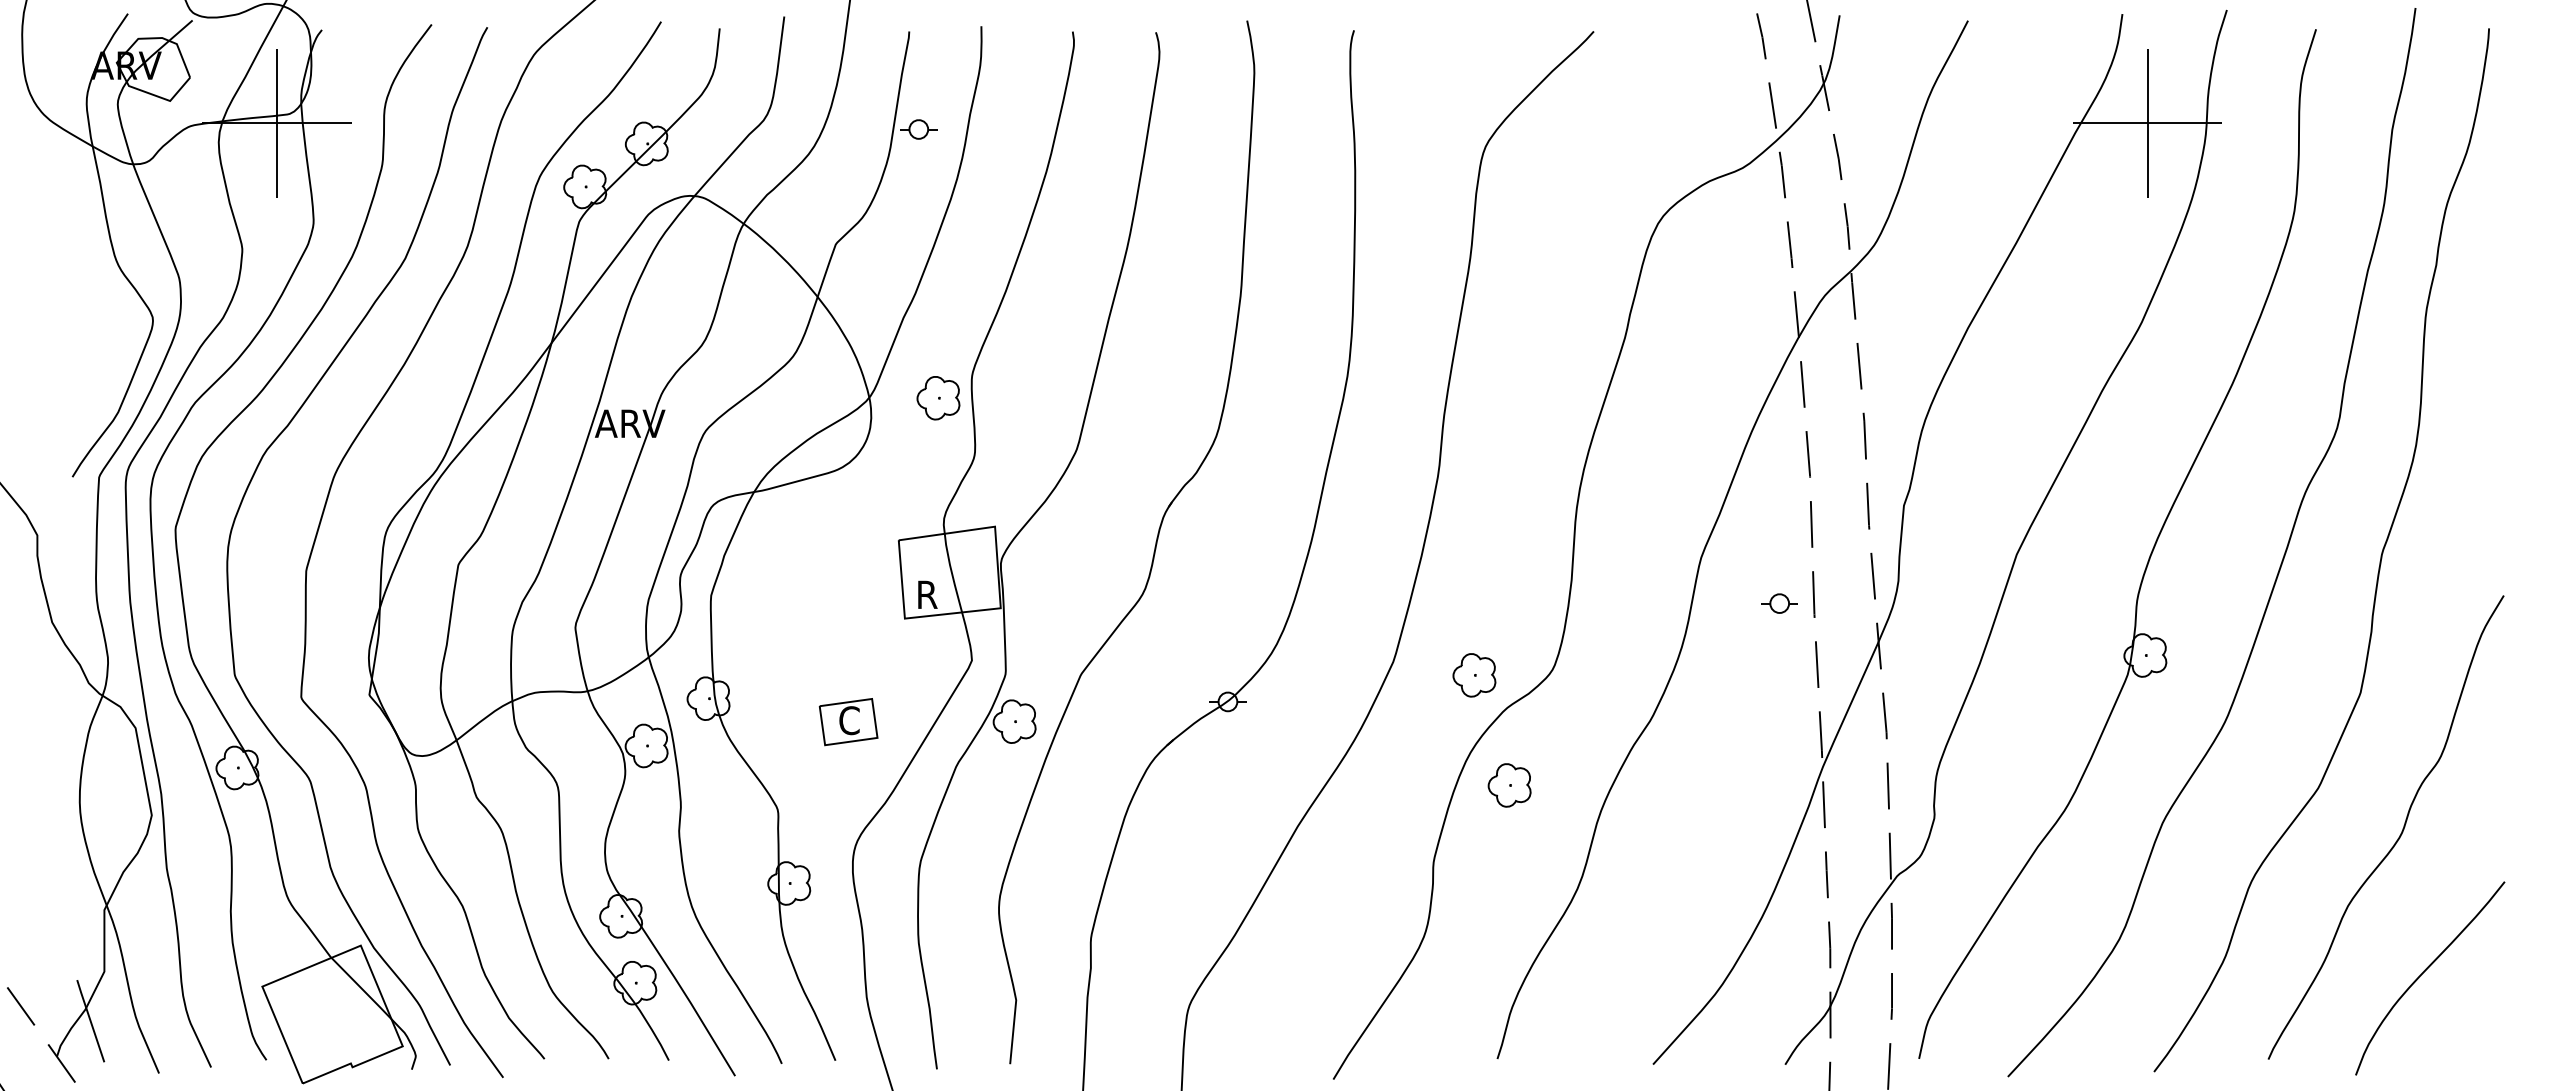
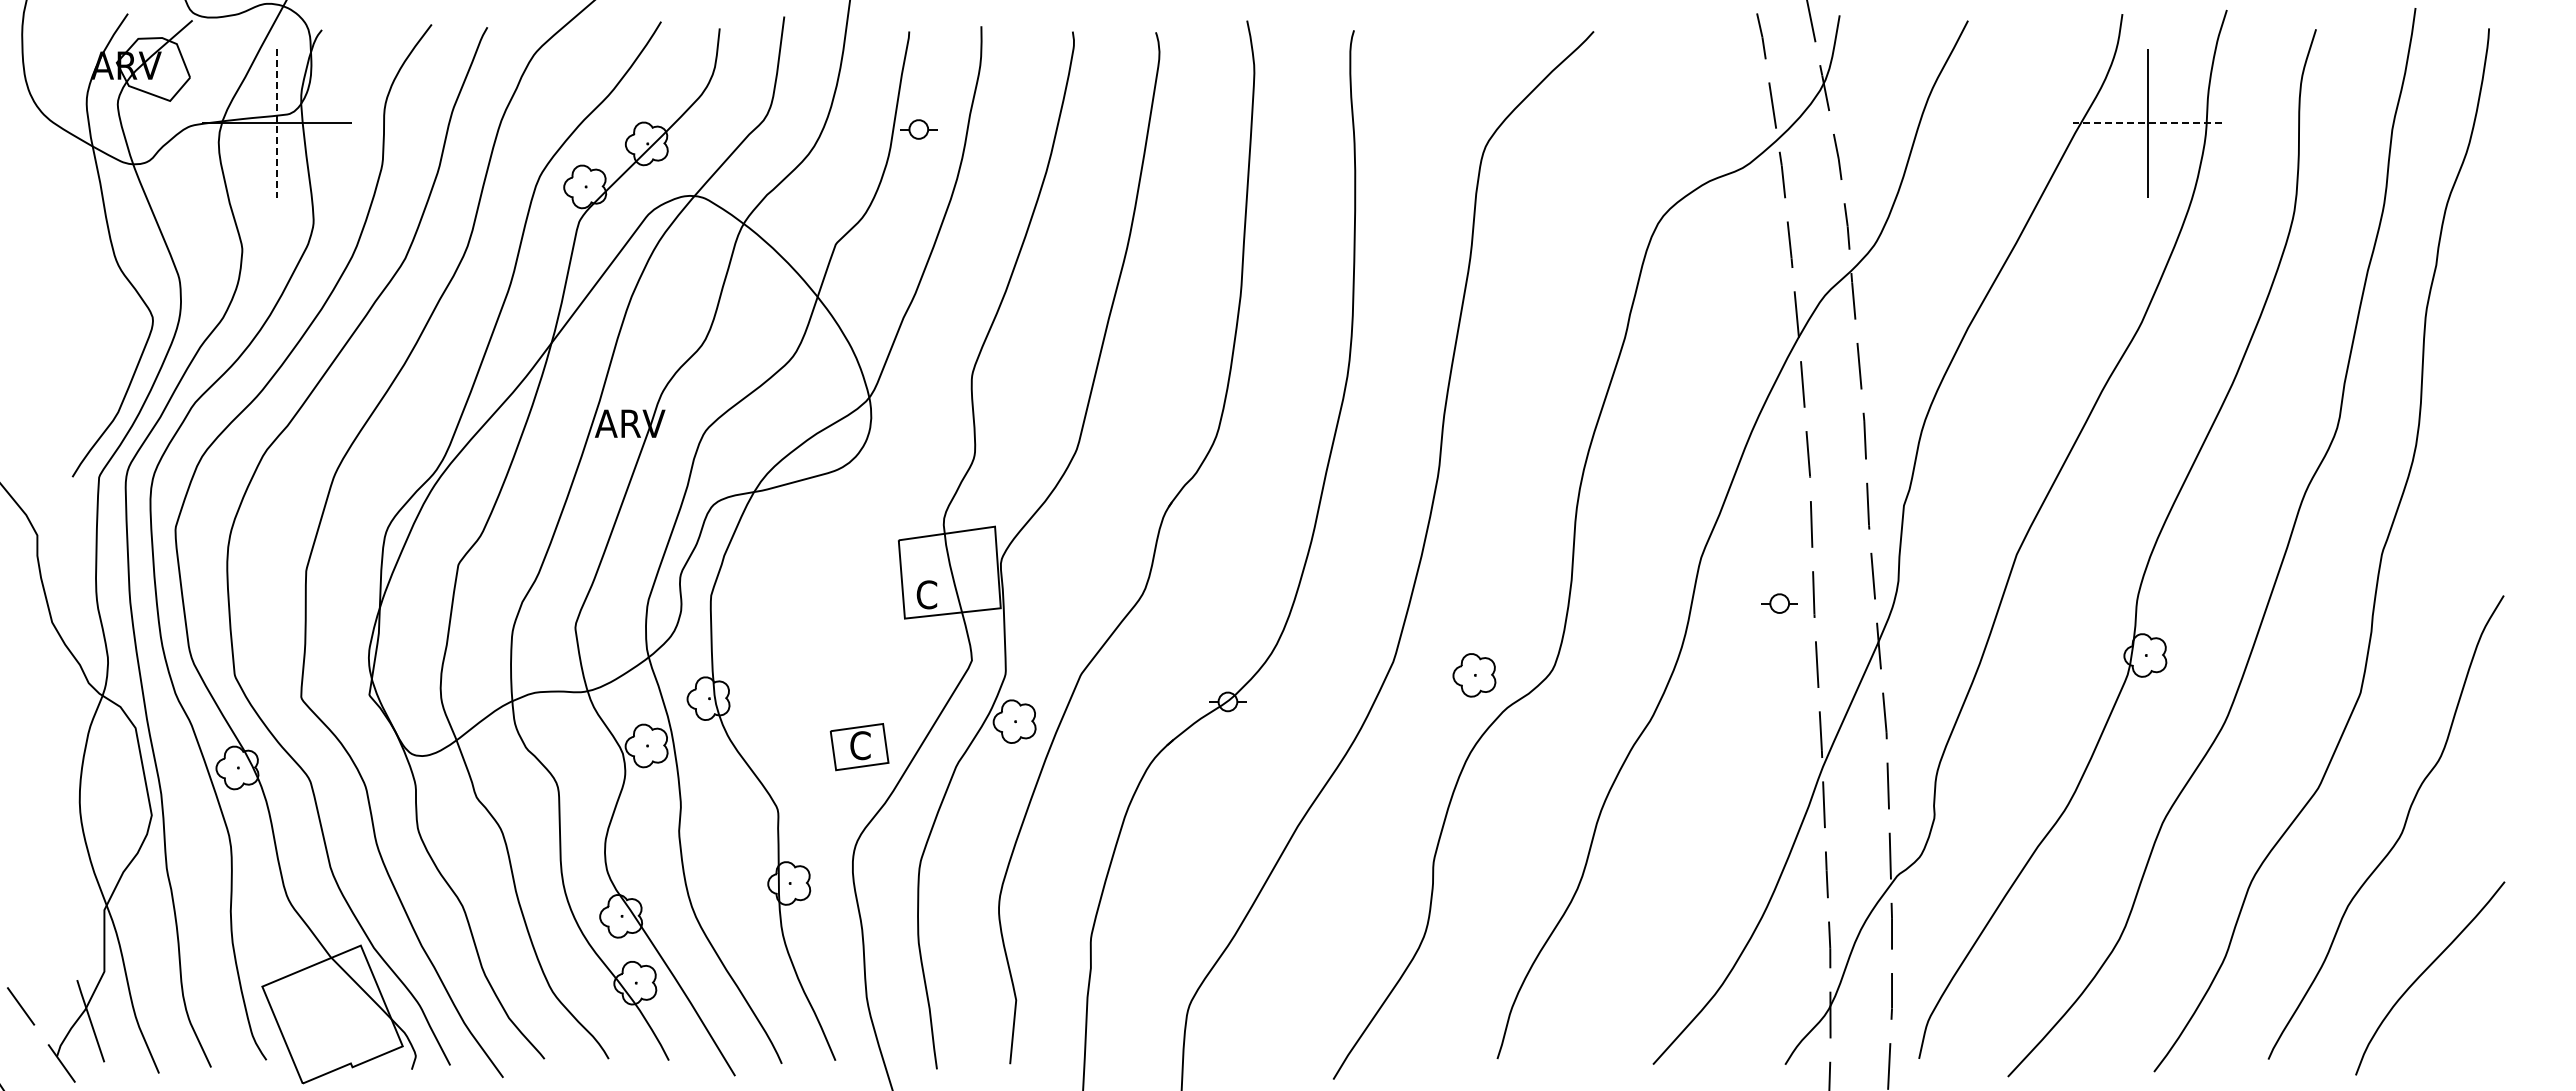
line at (276, 123): solid -> dashed
line at (2147, 123): solid -> dashed
part at (938, 398): present -> none
text at (926, 594): R -> C
part at (848, 722) position: (848, 722) -> (859, 747)
part at (1509, 785): present -> none
